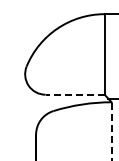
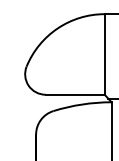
line at (75, 94): dashed -> solid
line at (111, 131): dashed -> solid
